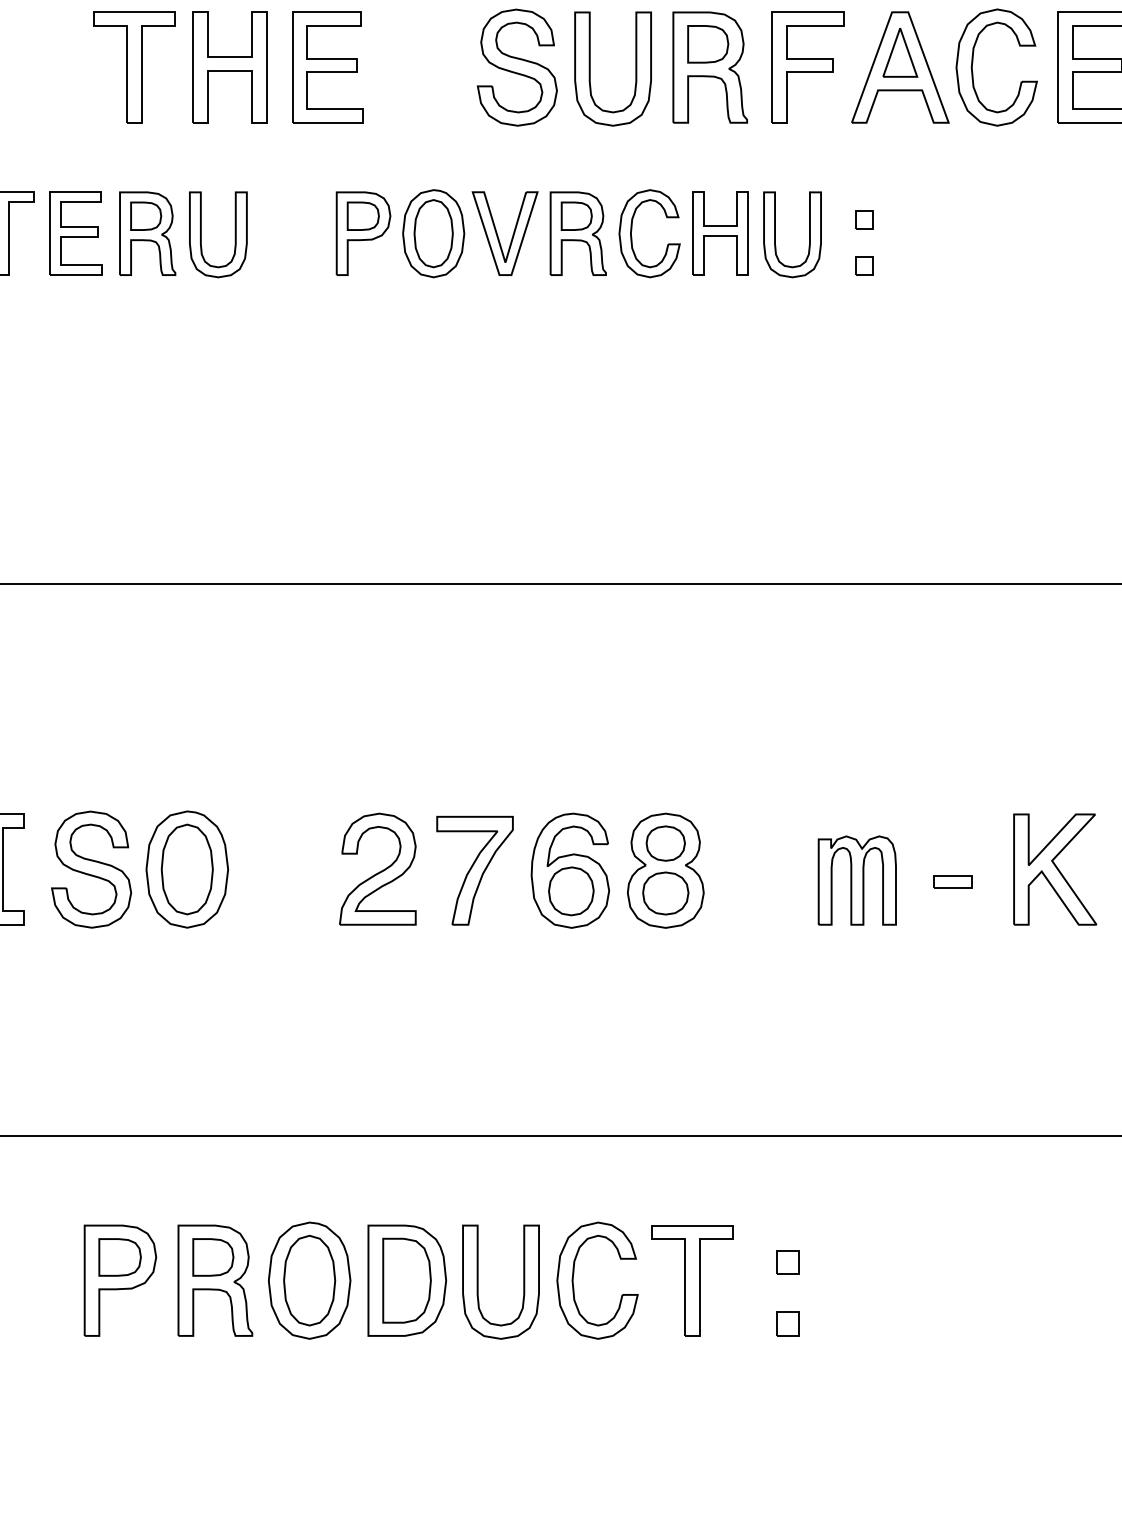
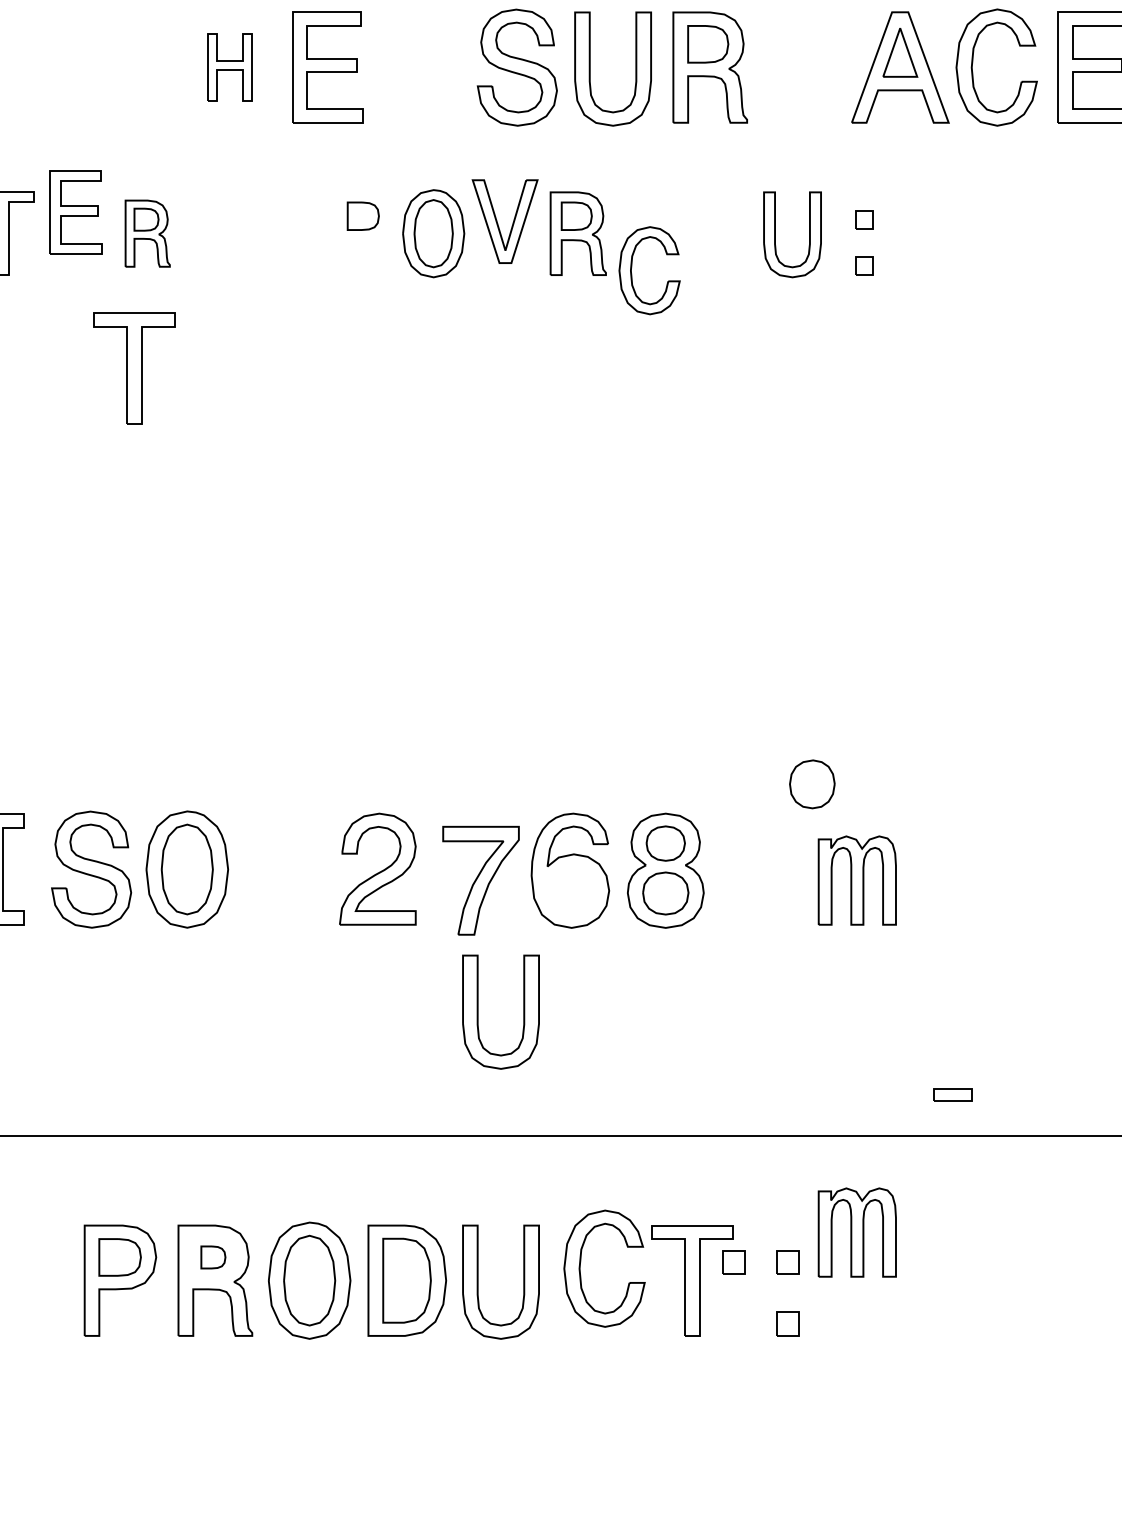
part at (134, 67) position: (134, 67) -> (134, 368)
part at (229, 67) size: 76x113 px -> 46x69 px
part at (807, 67): present -> none
part at (632, 230) position: (632, 230) -> (632, 267)
part at (75, 233) position: (75, 233) -> (75, 212)
part at (147, 233) size: 58x85 px -> 47x69 px
part at (363, 233): present -> none
part at (720, 233): present -> none
part at (234, 234): present -> none
part at (498, 235) position: (498, 235) -> (498, 223)
line at (560, 584): present -> none
part at (1055, 869): present -> none
part at (474, 870) position: (474, 870) -> (480, 880)
part at (952, 881) position: (952, 881) -> (952, 1094)
part at (571, 891) position: (571, 891) -> (812, 784)
part at (478, 1011): none -> present
part at (856, 1232): none -> present
part at (213, 1257) size: 43x39 px -> 27x25 px
part at (733, 1262): none -> present
part at (573, 1280) position: (573, 1280) -> (580, 1268)
